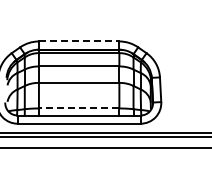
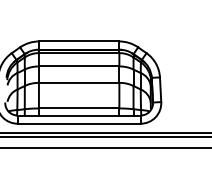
line at (79, 41): dashed -> solid
line at (78, 108): dashed -> solid
